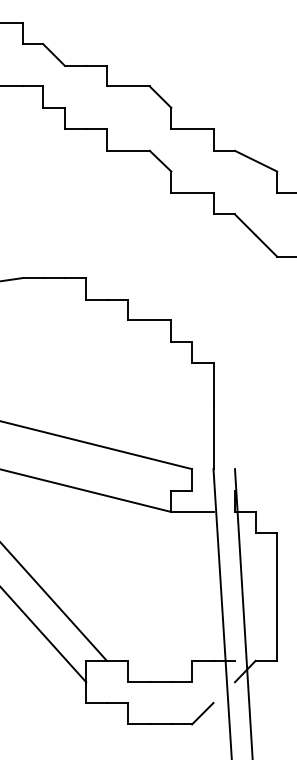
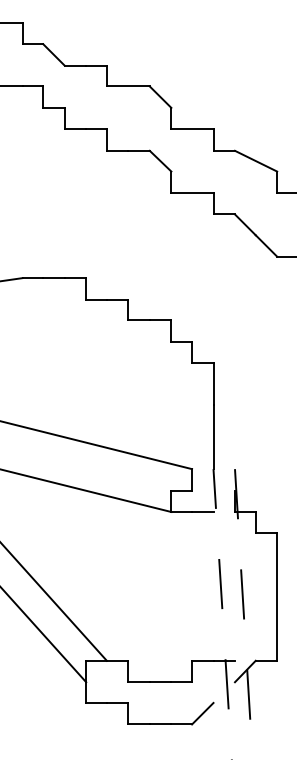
line at (222, 614): solid -> dashed
line at (243, 614): solid -> dashed
